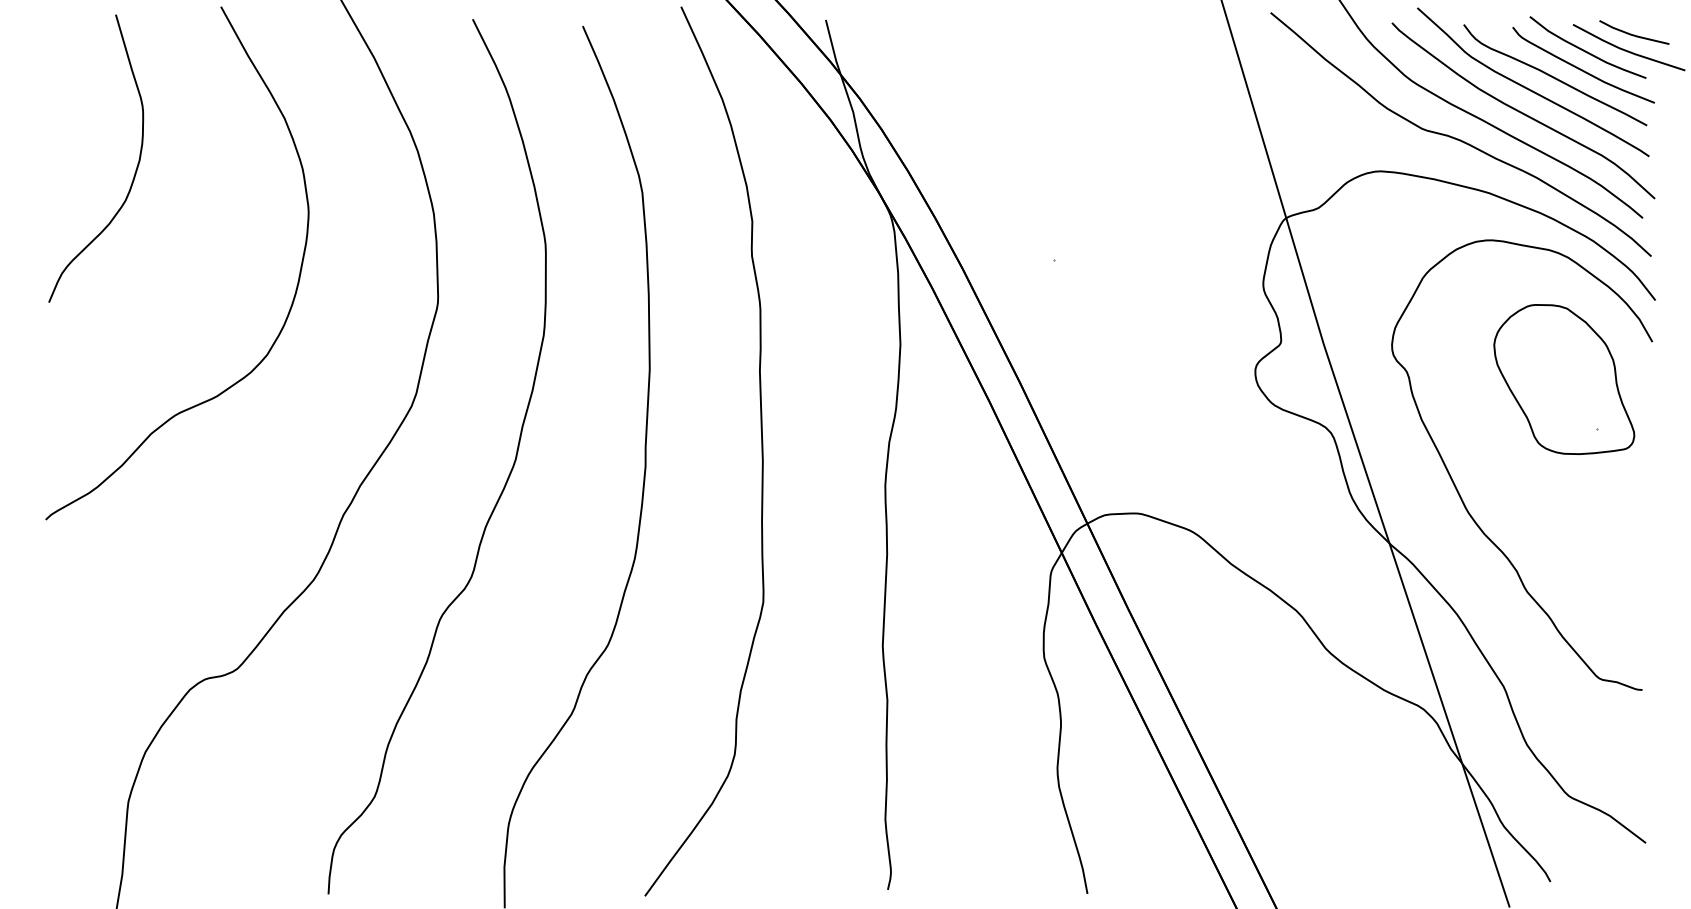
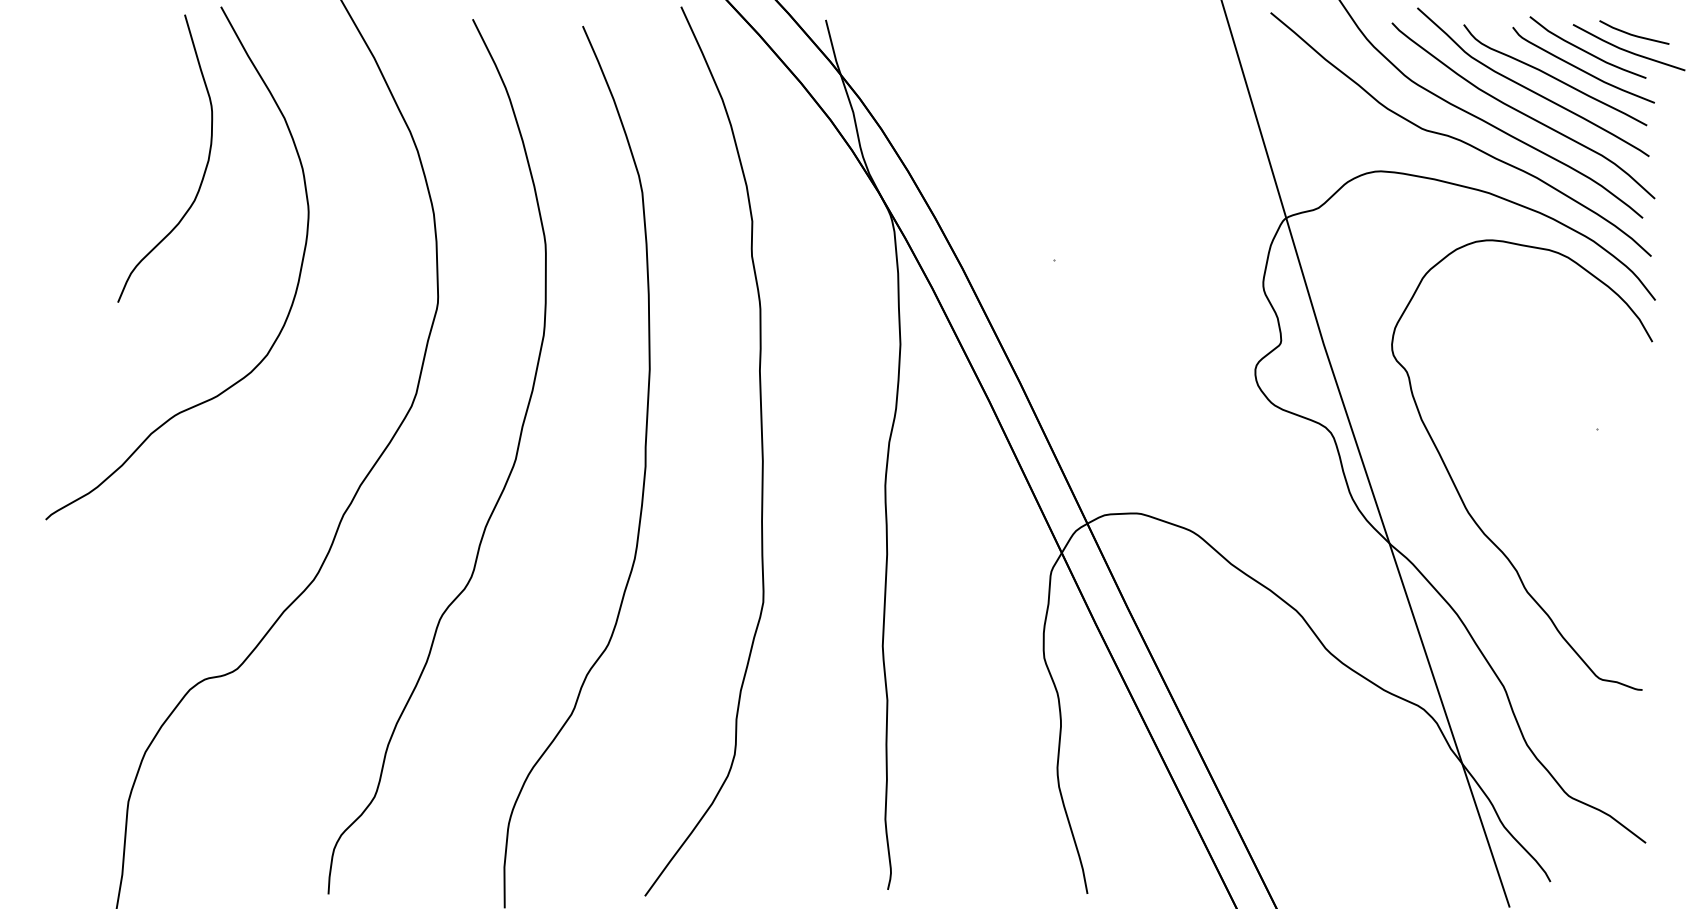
curve at (135, 169) position: (135, 169) -> (204, 169)
part at (1564, 379): present -> none
